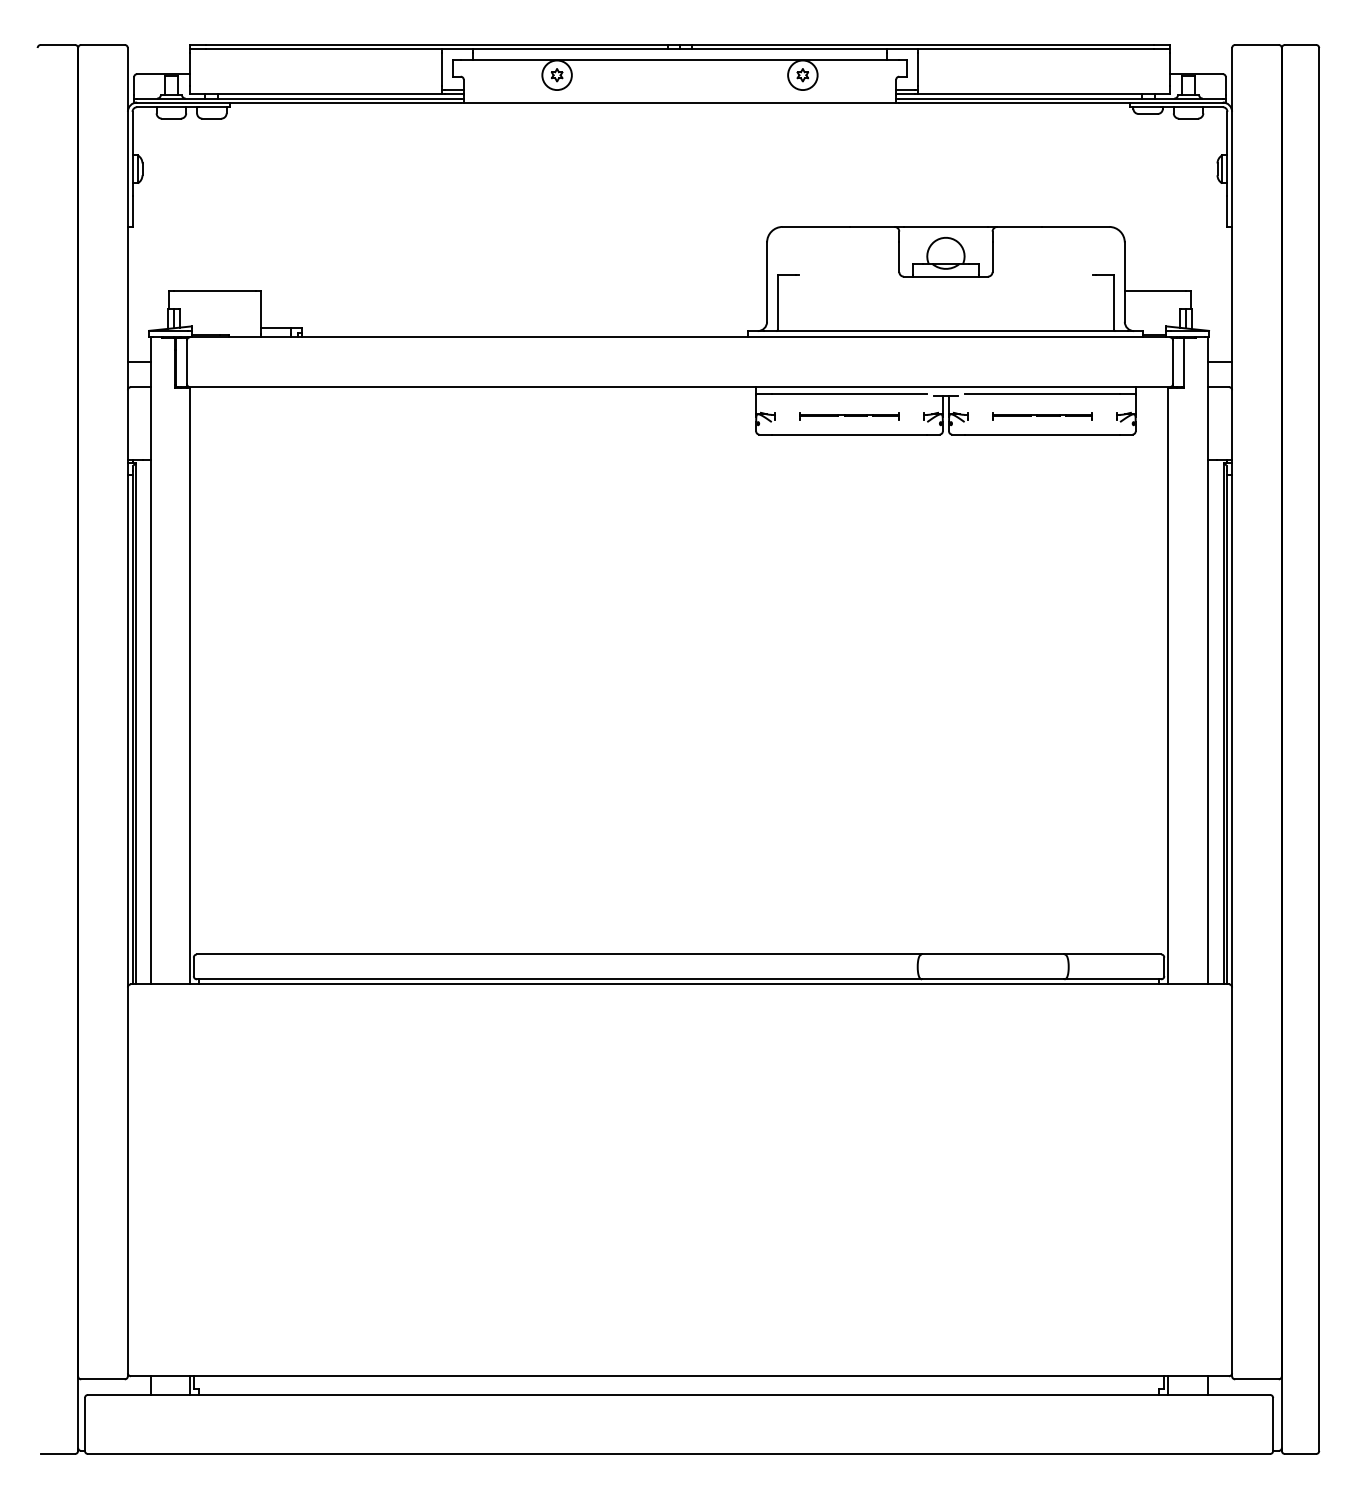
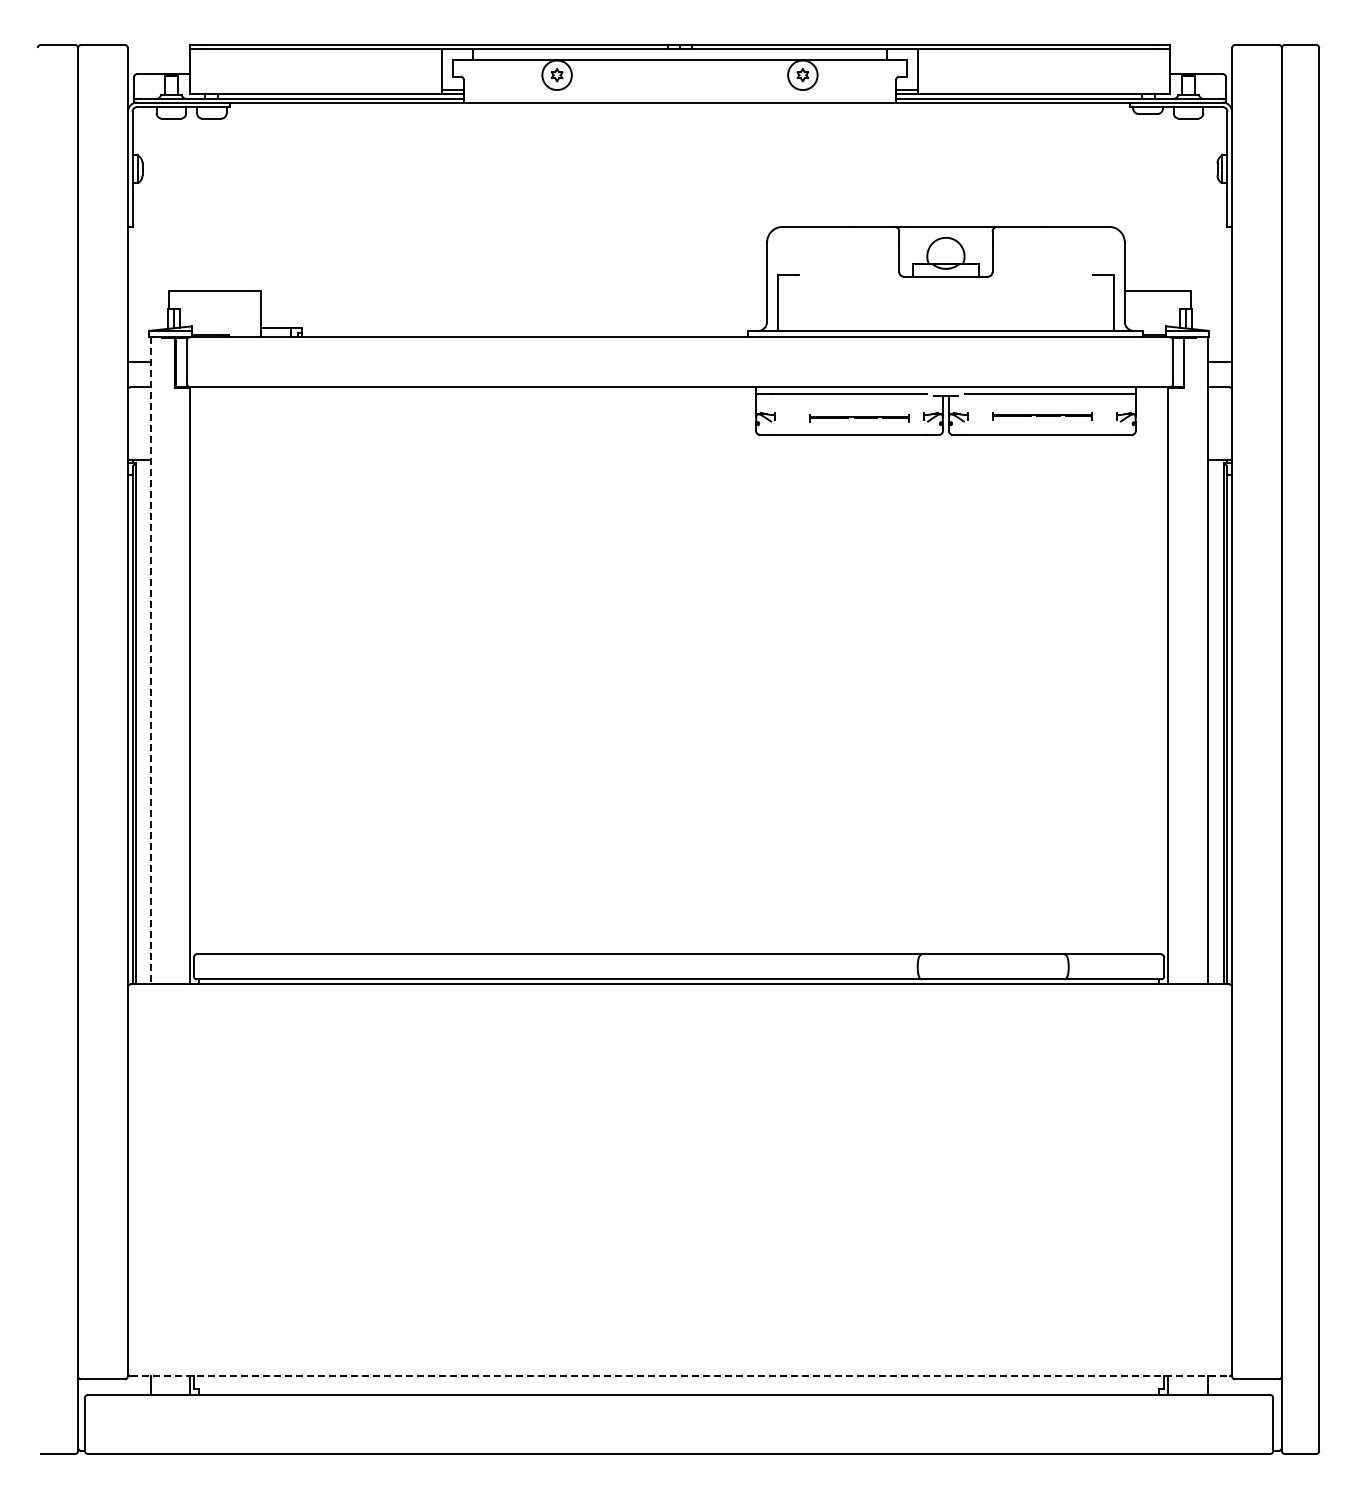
part at (849, 416) position: (849, 416) -> (859, 418)
line at (150, 661): solid -> dashed
line at (680, 1376): solid -> dashed
